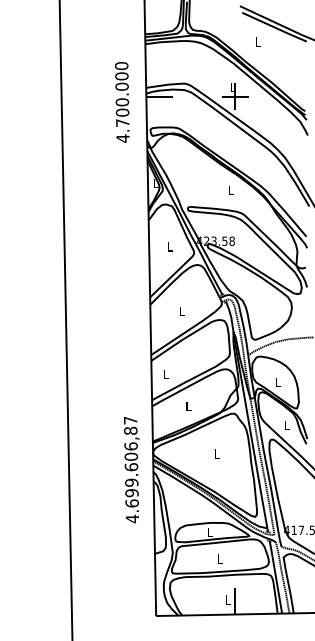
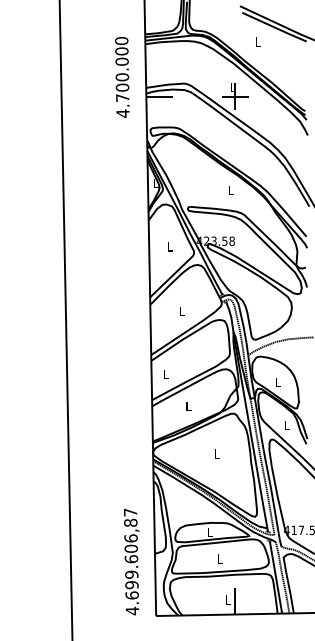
text at (122, 102) position: (122, 102) -> (122, 77)
text at (131, 469) position: (131, 469) -> (131, 561)
